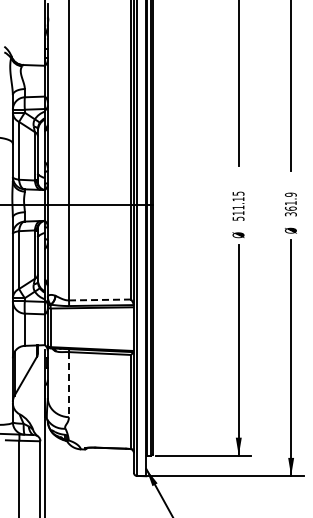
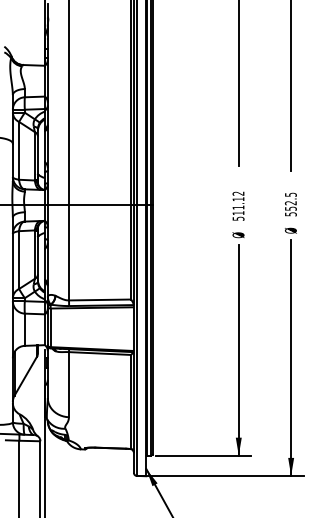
text at (238, 193): 511.15 -> 511.12
text at (290, 204): 361.9 -> 552.5
line at (99, 299): dashed -> solid
line at (69, 384): dashed -> solid
